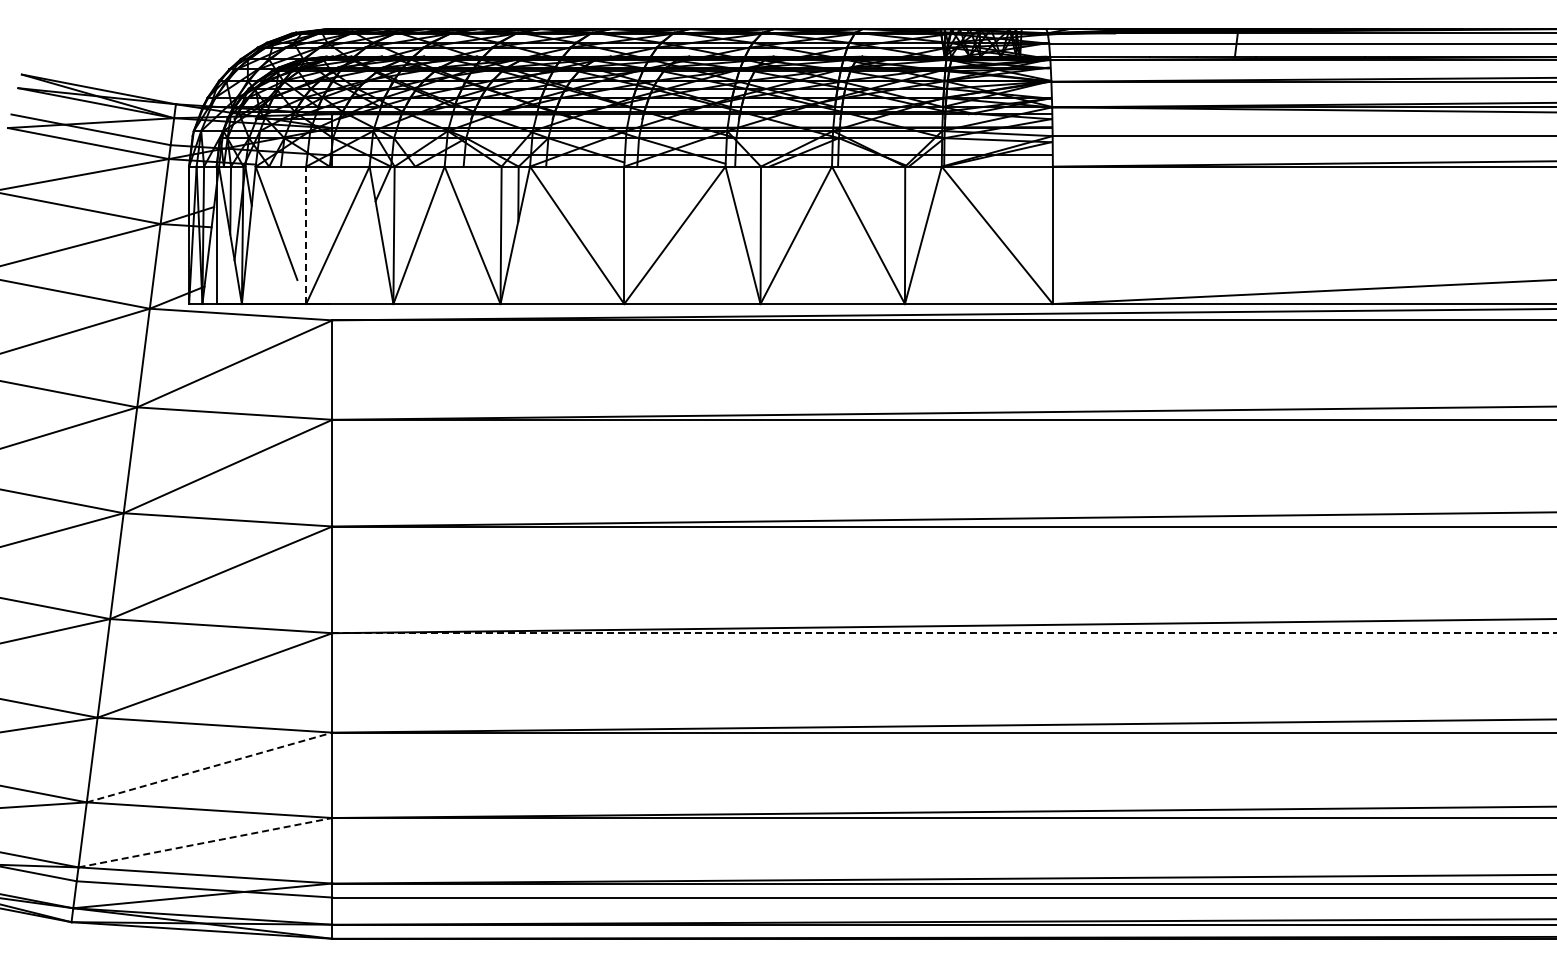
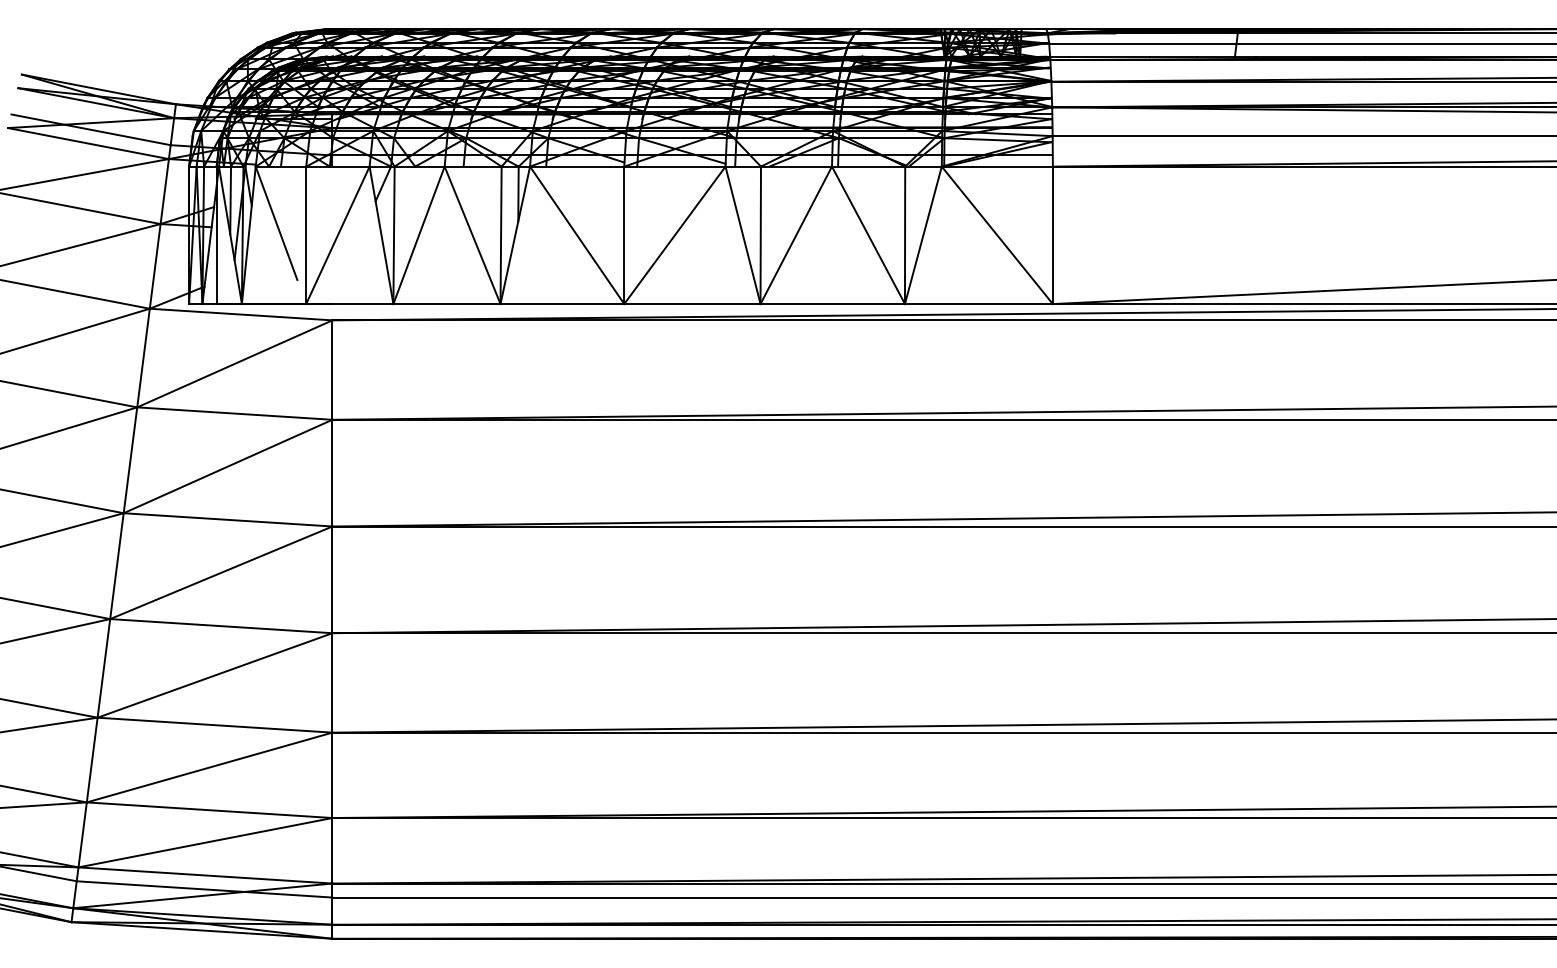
line at (306, 235): dashed -> solid
line at (945, 633): dashed -> solid
line at (209, 767): dashed -> solid
line at (205, 842): dashed -> solid
